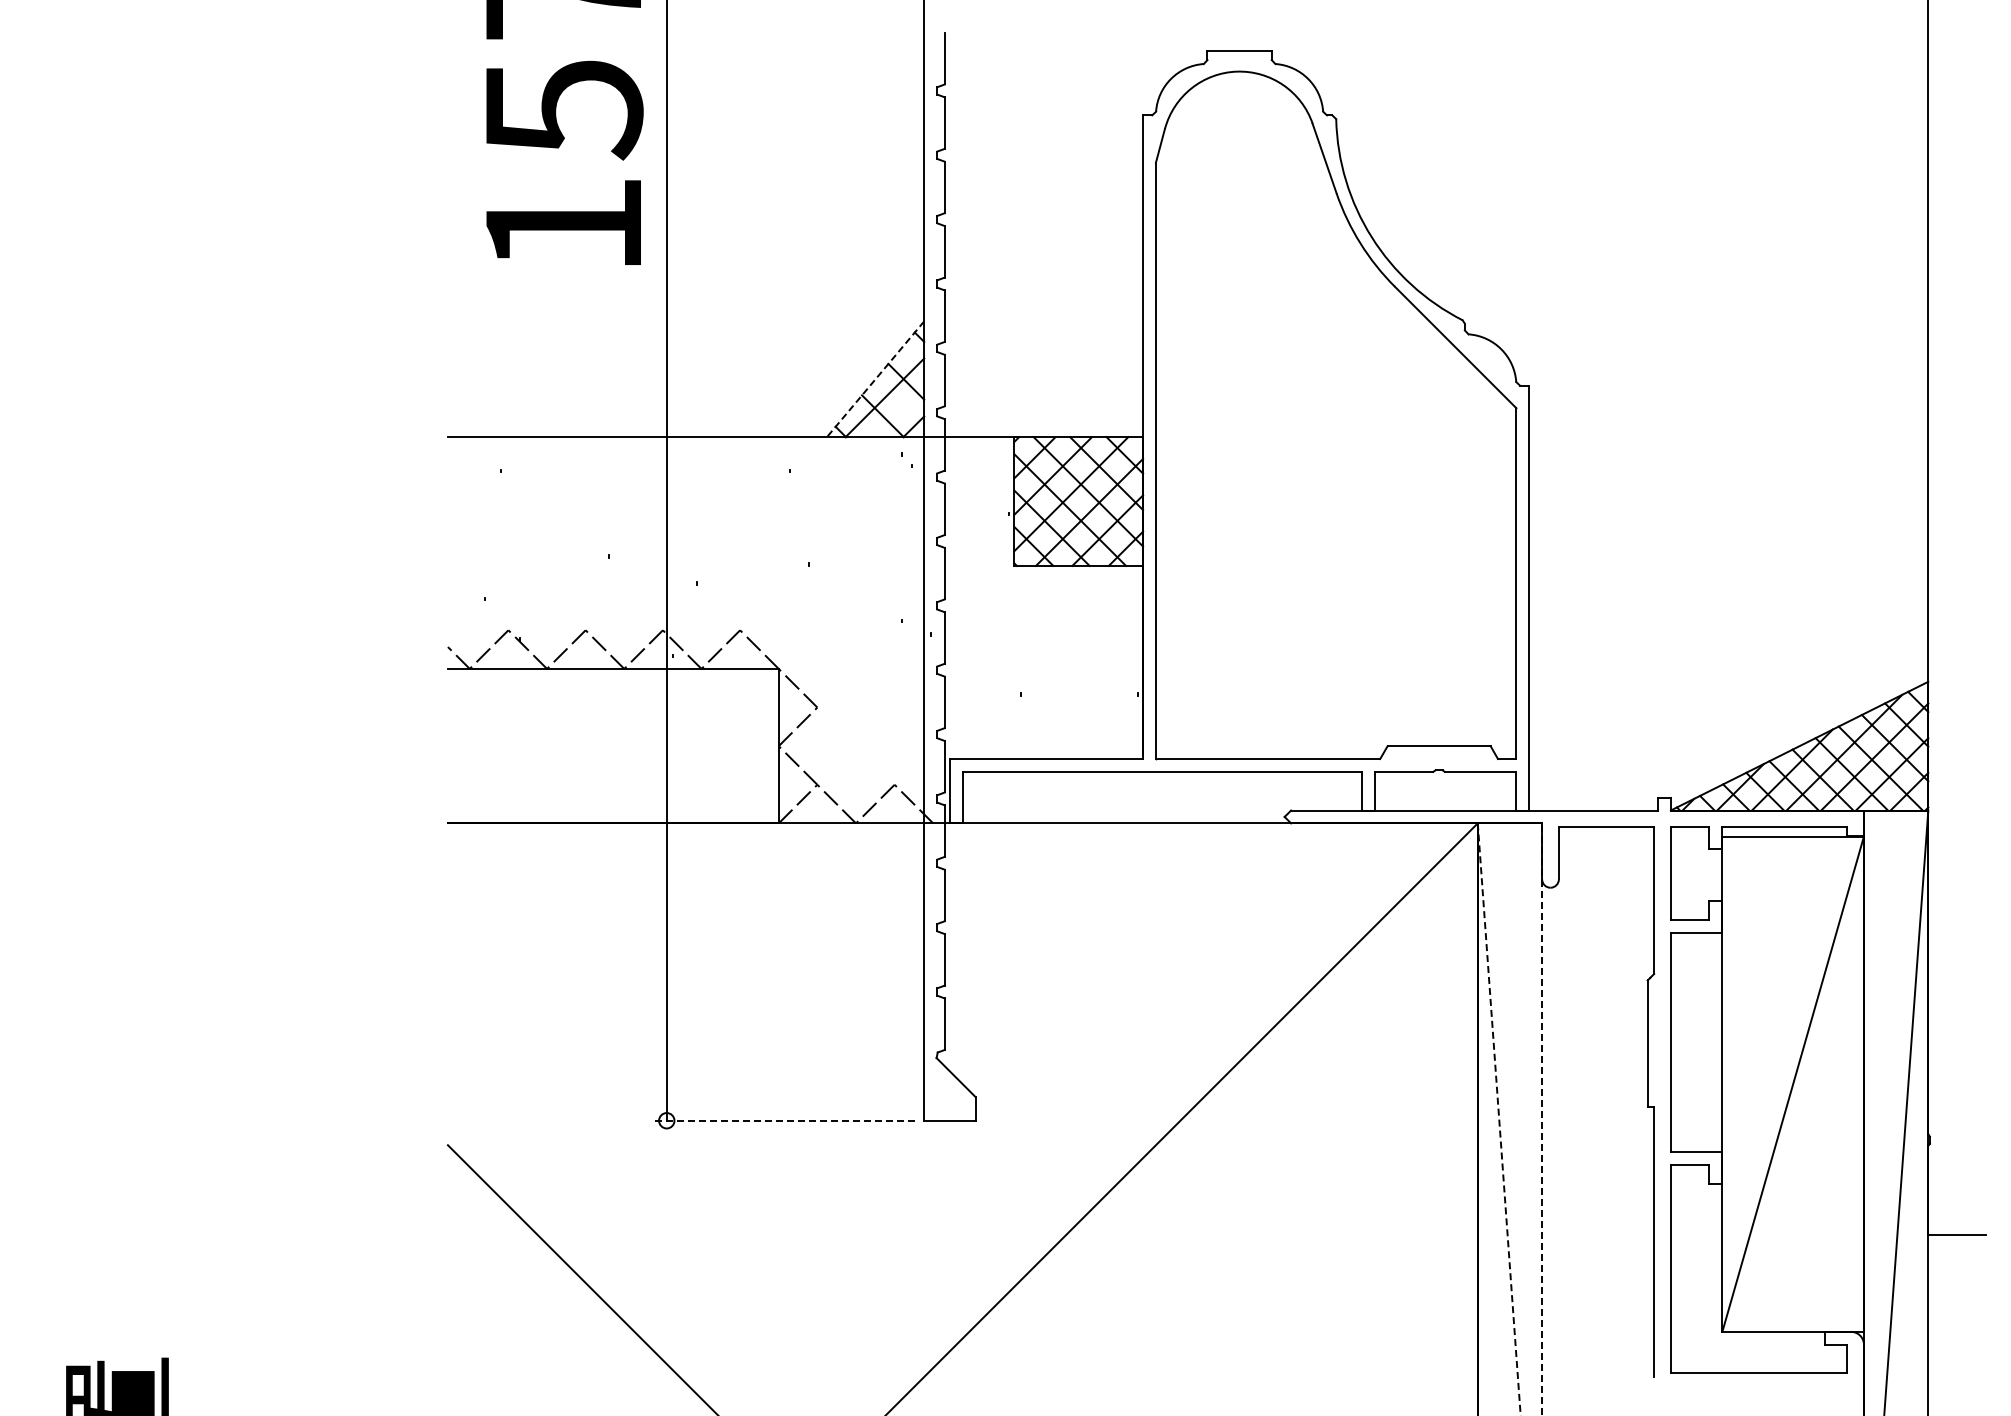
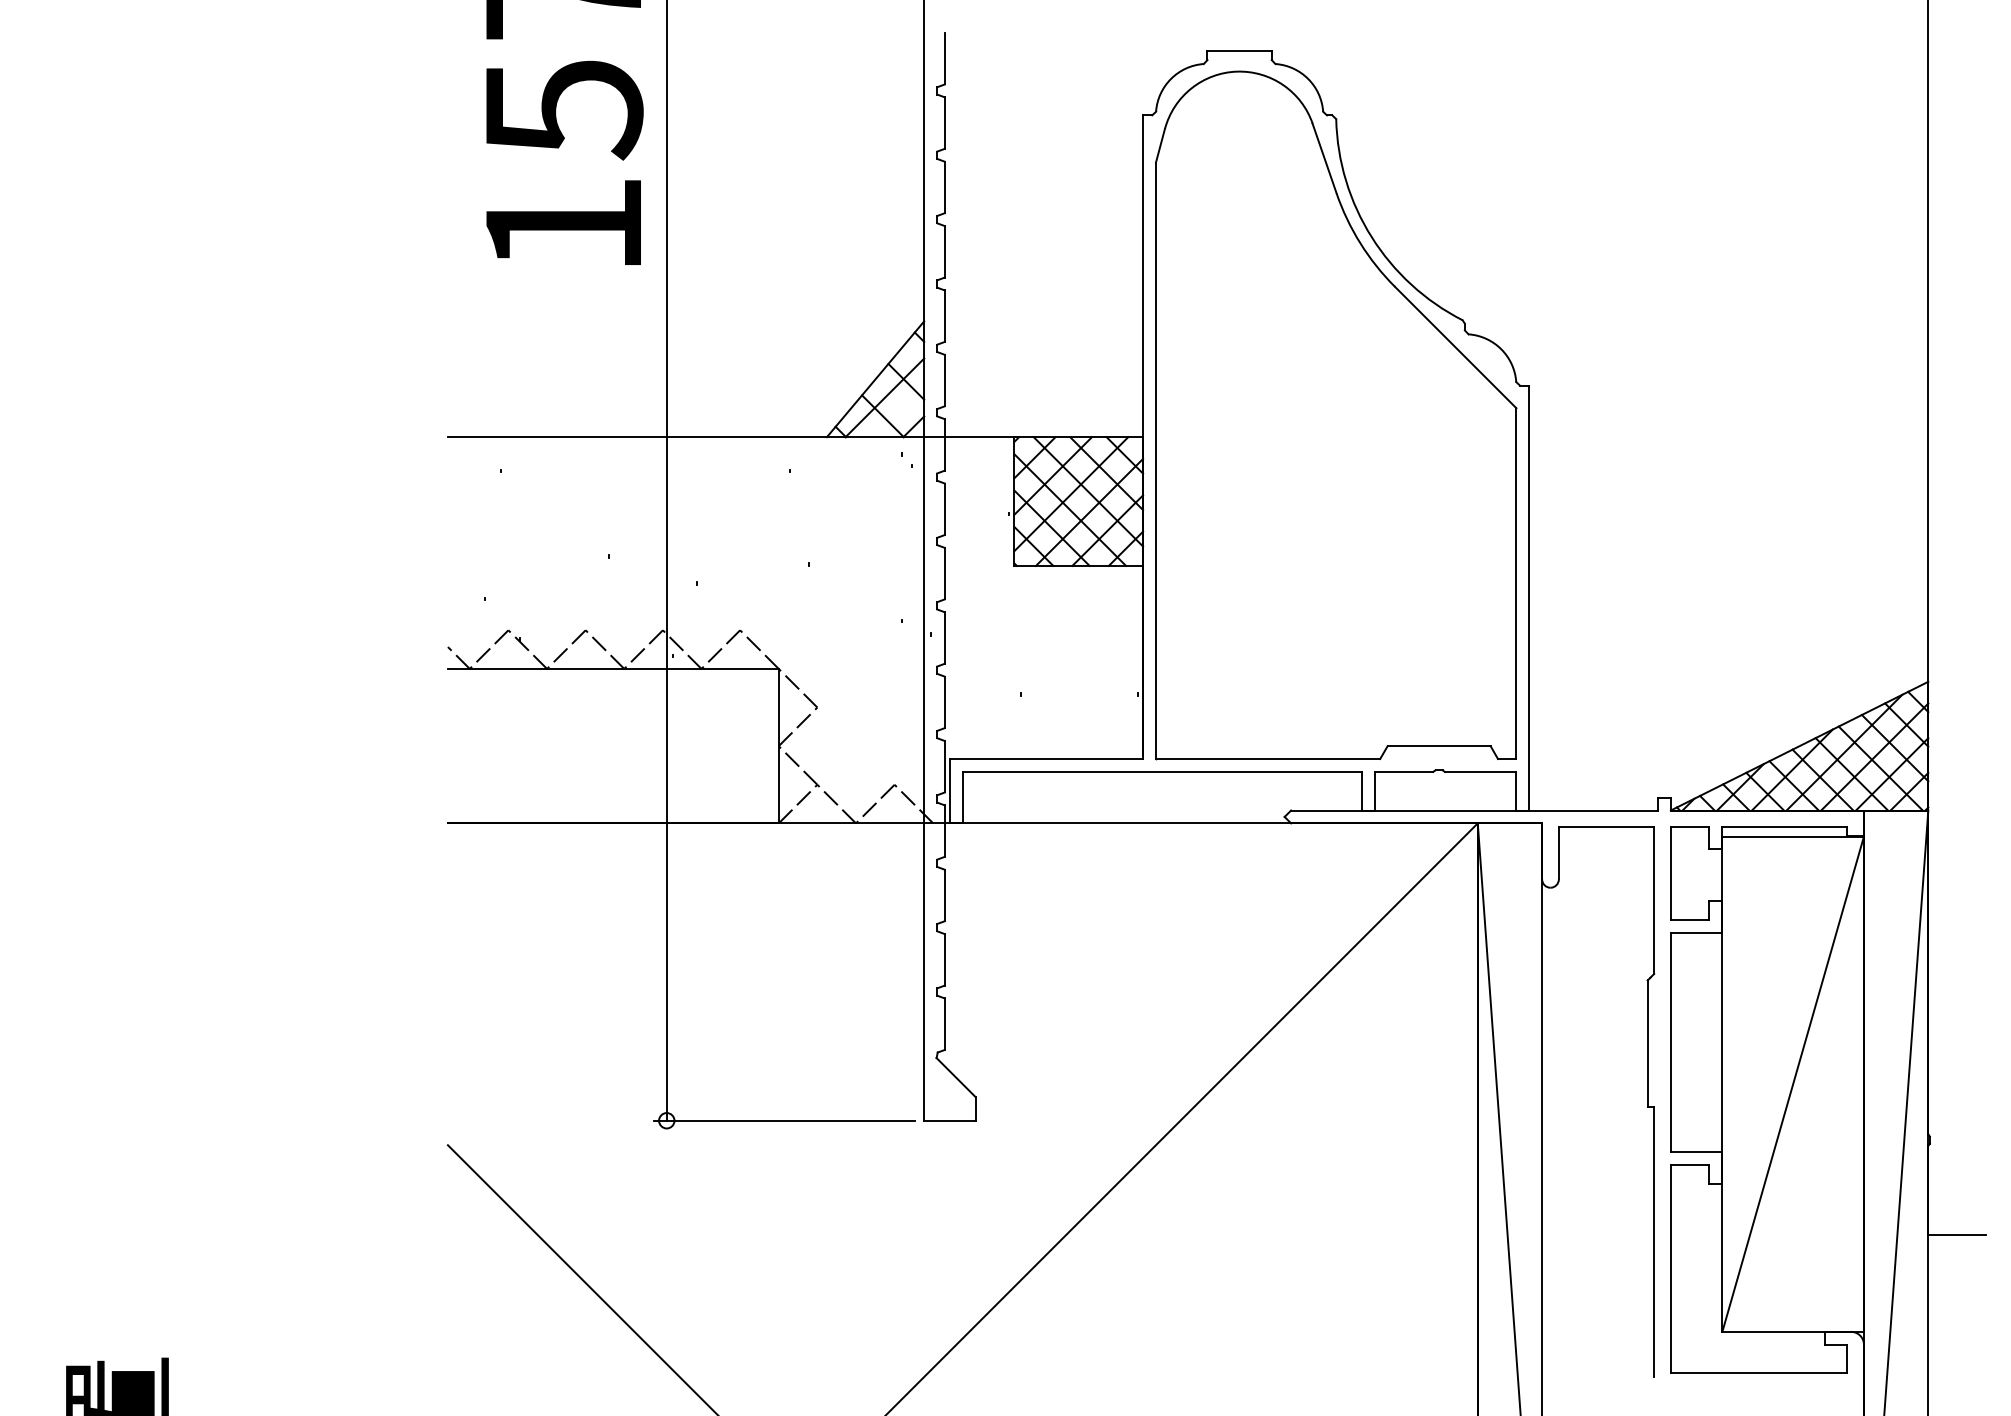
line at (875, 379): dashed -> solid
line at (1499, 1119): dashed -> solid
line at (1542, 1119): dashed -> solid
line at (784, 1120): dashed -> solid
